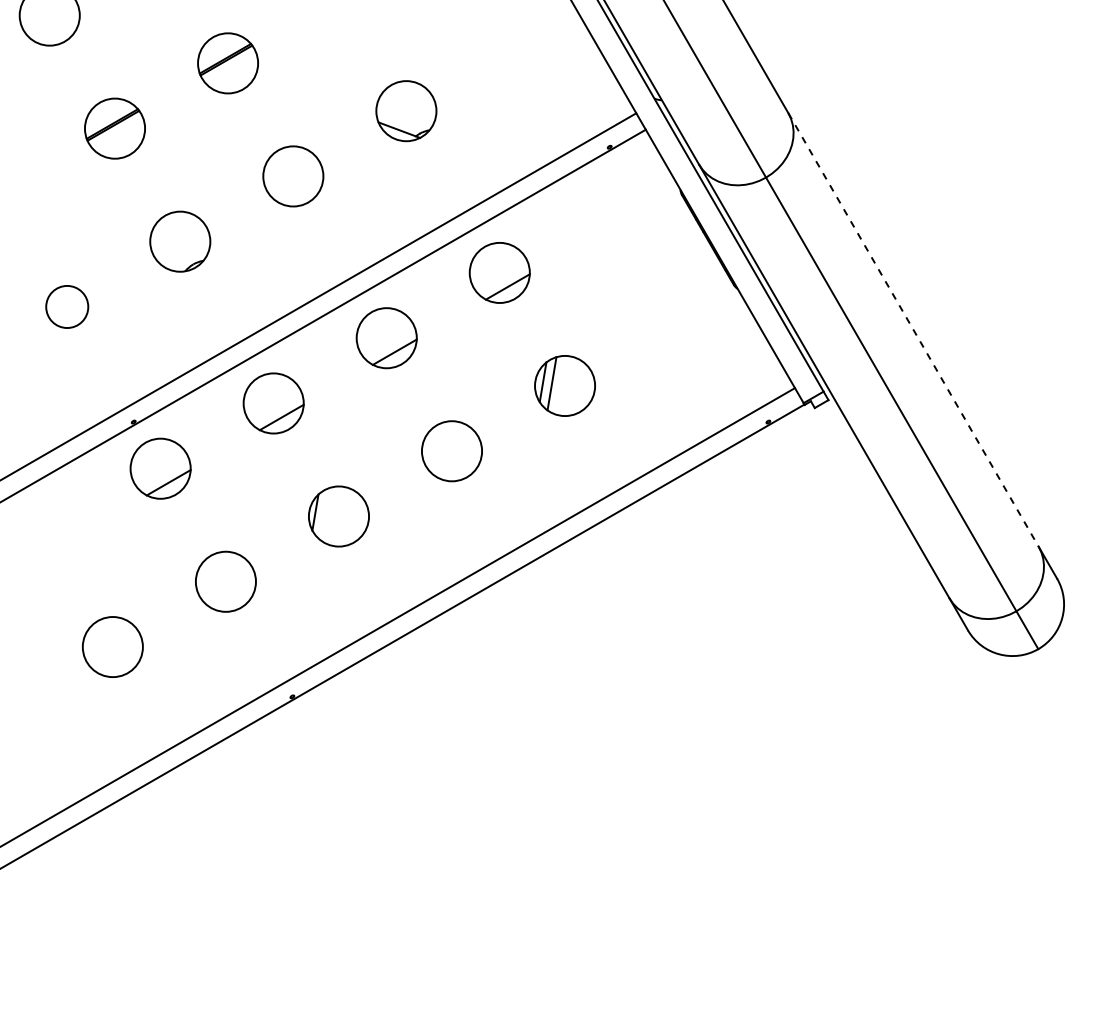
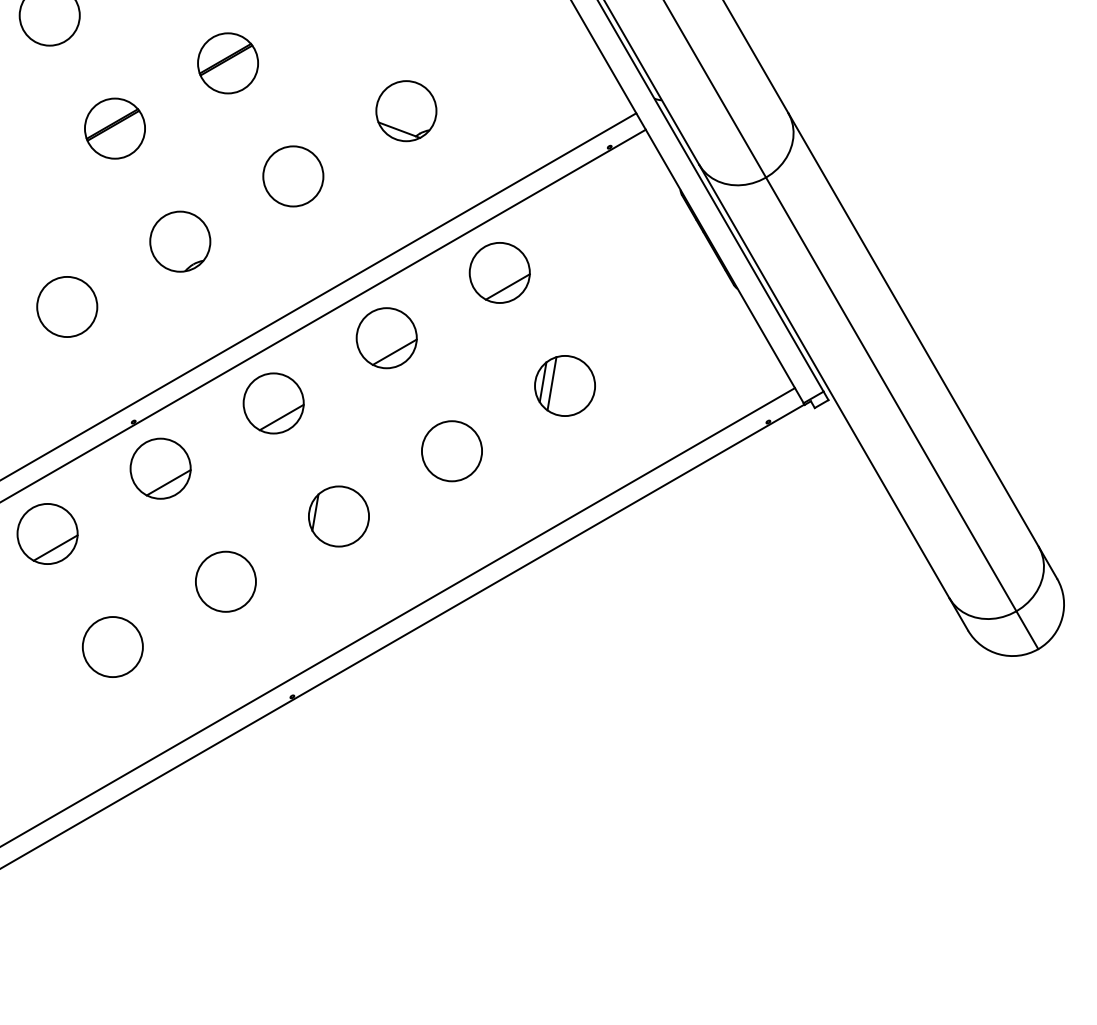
circle at (67, 306) diameter: 42 px -> 60 px
line at (913, 330): dashed -> solid
part at (47, 533): none -> present
